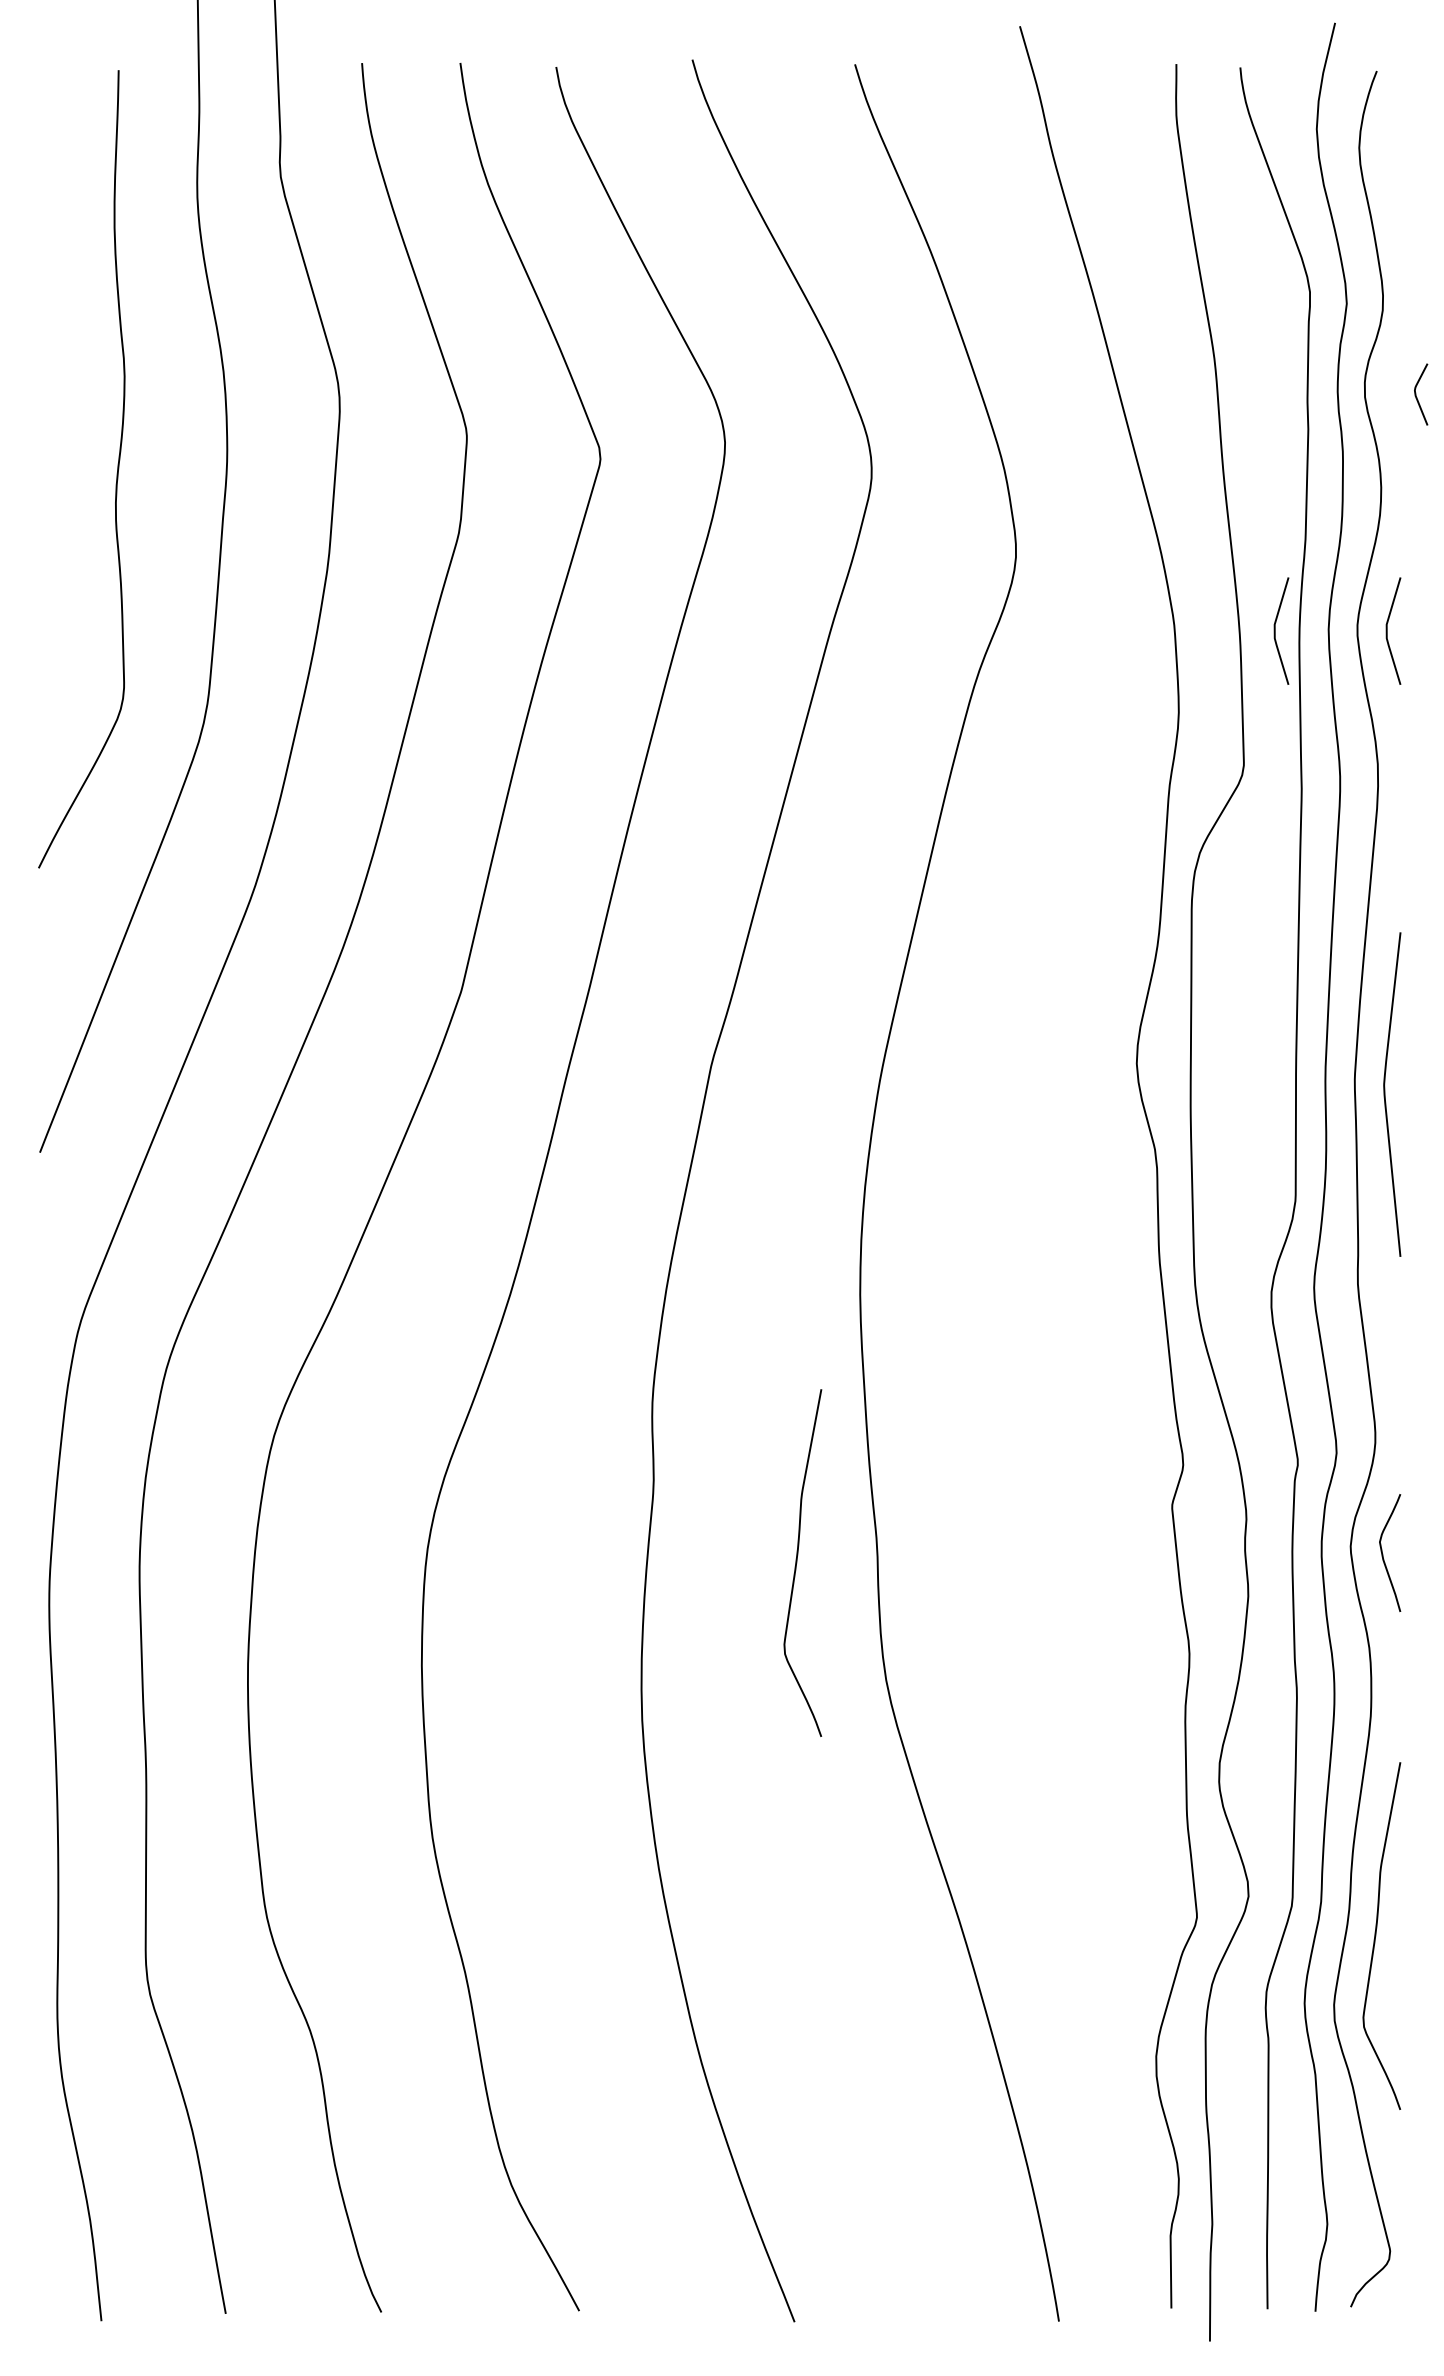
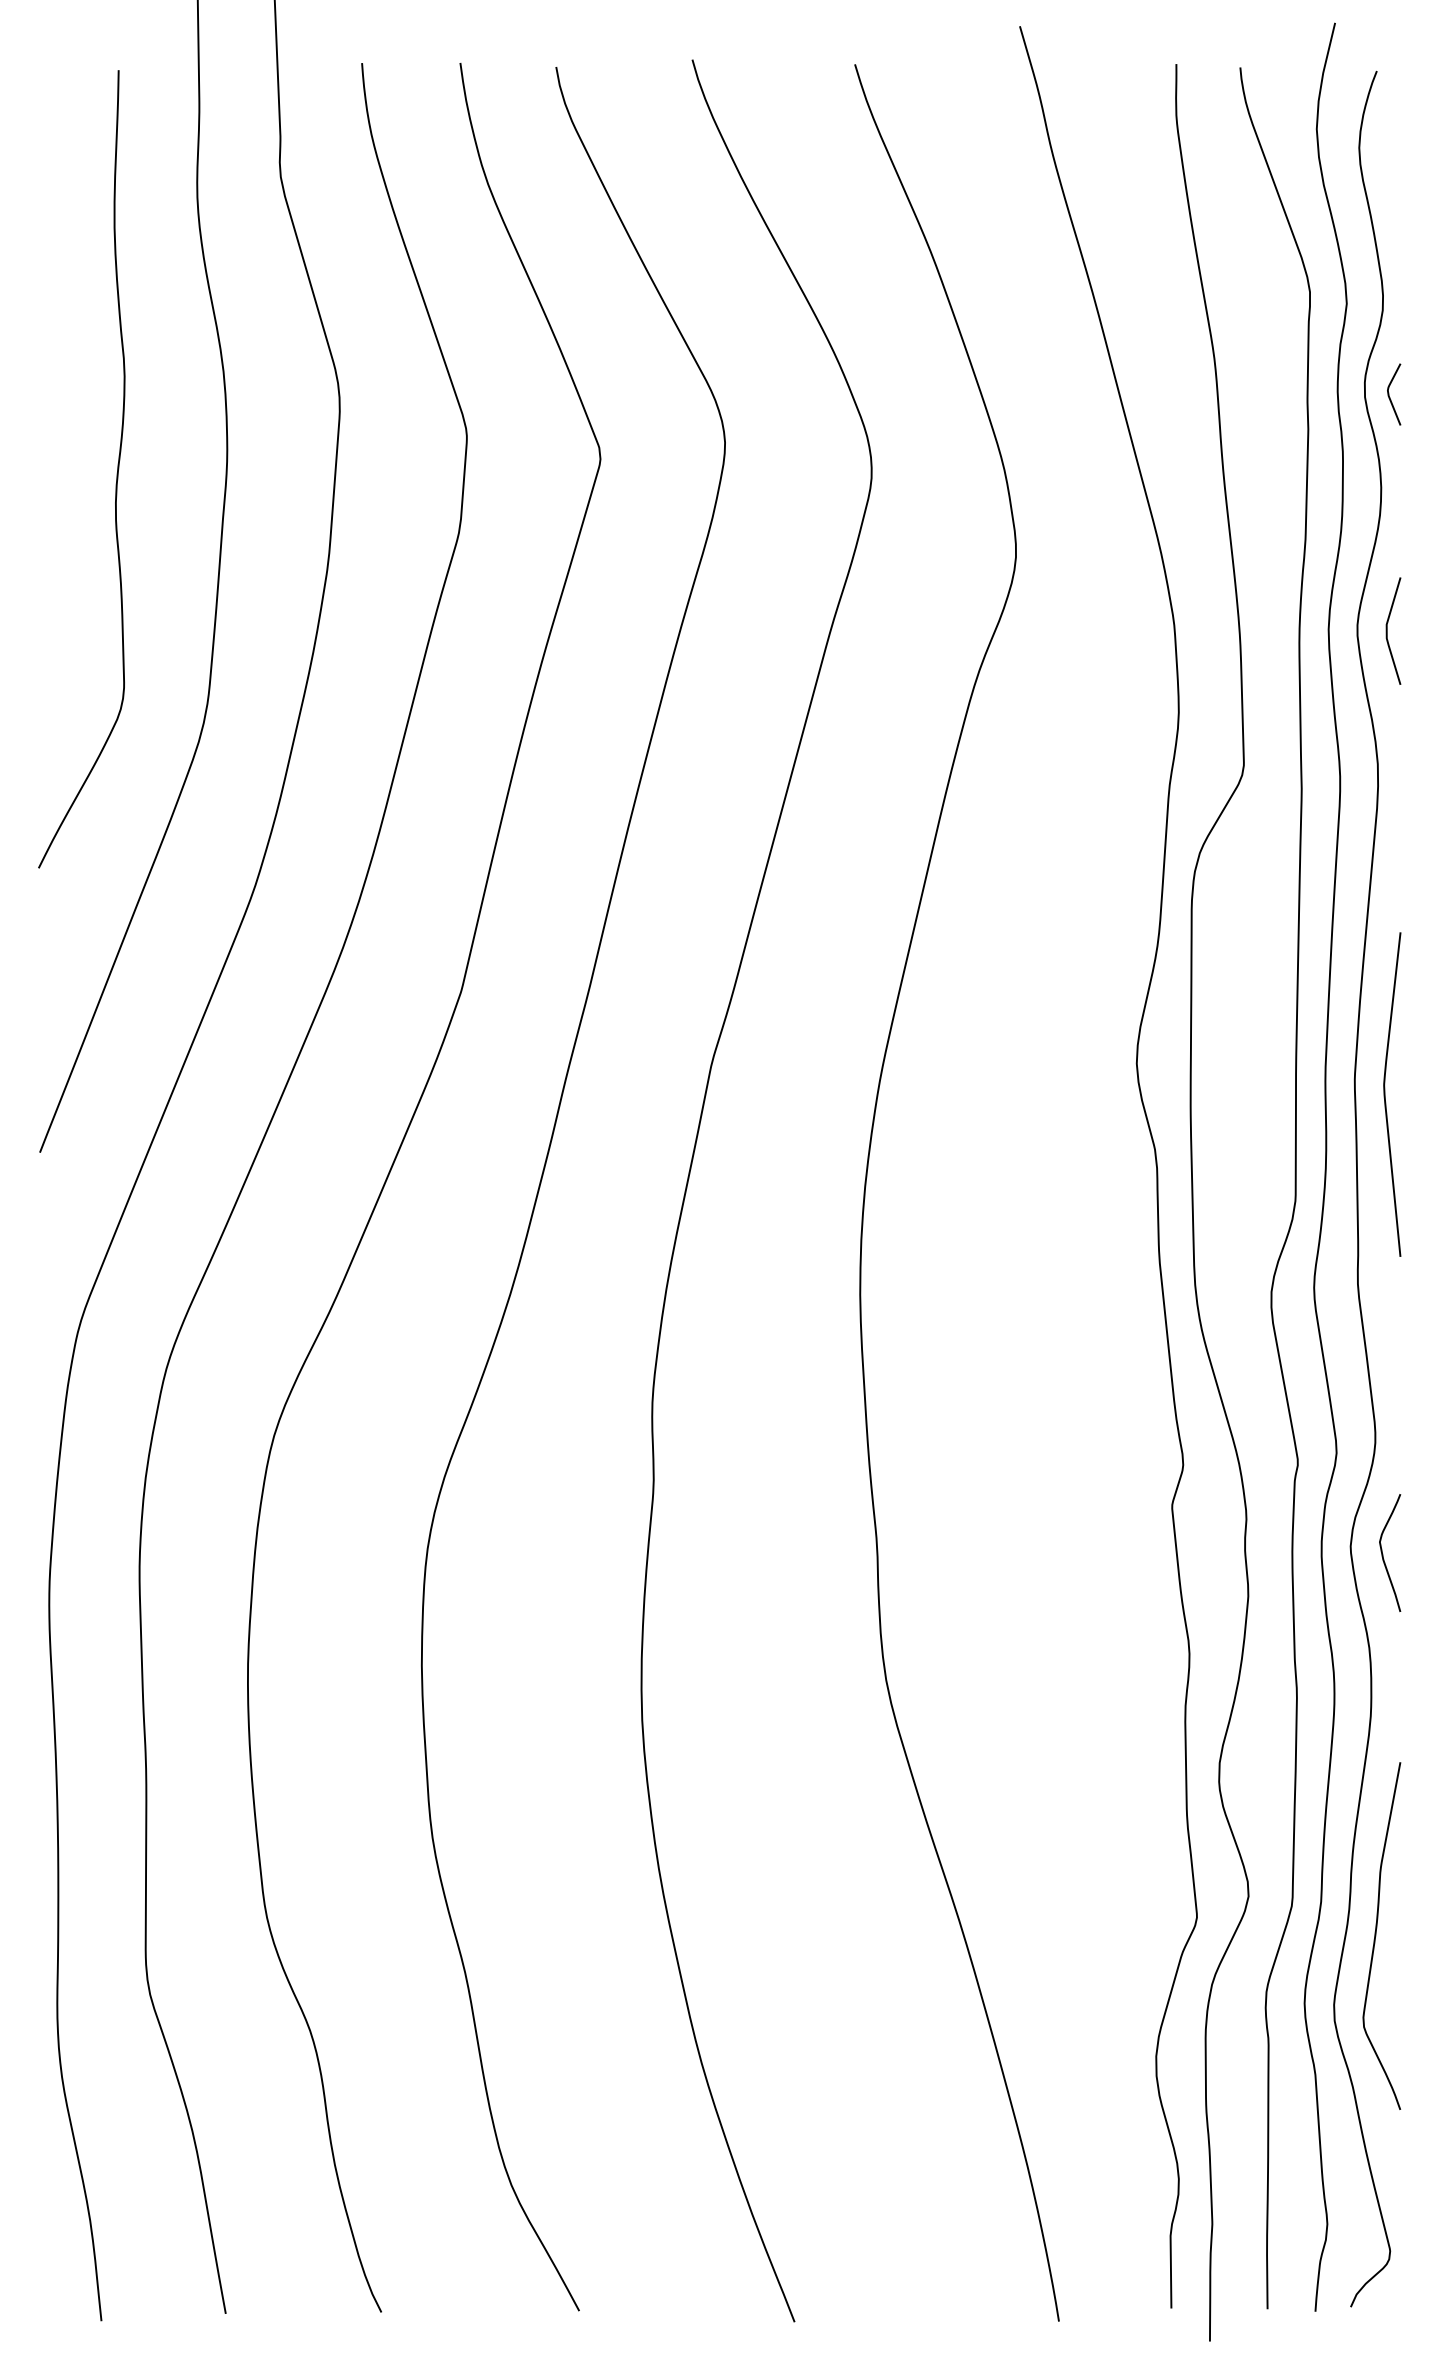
curve at (1416, 394) position: (1416, 394) -> (1389, 394)
line at (1275, 630): present -> none
curve at (797, 1562): present -> none
